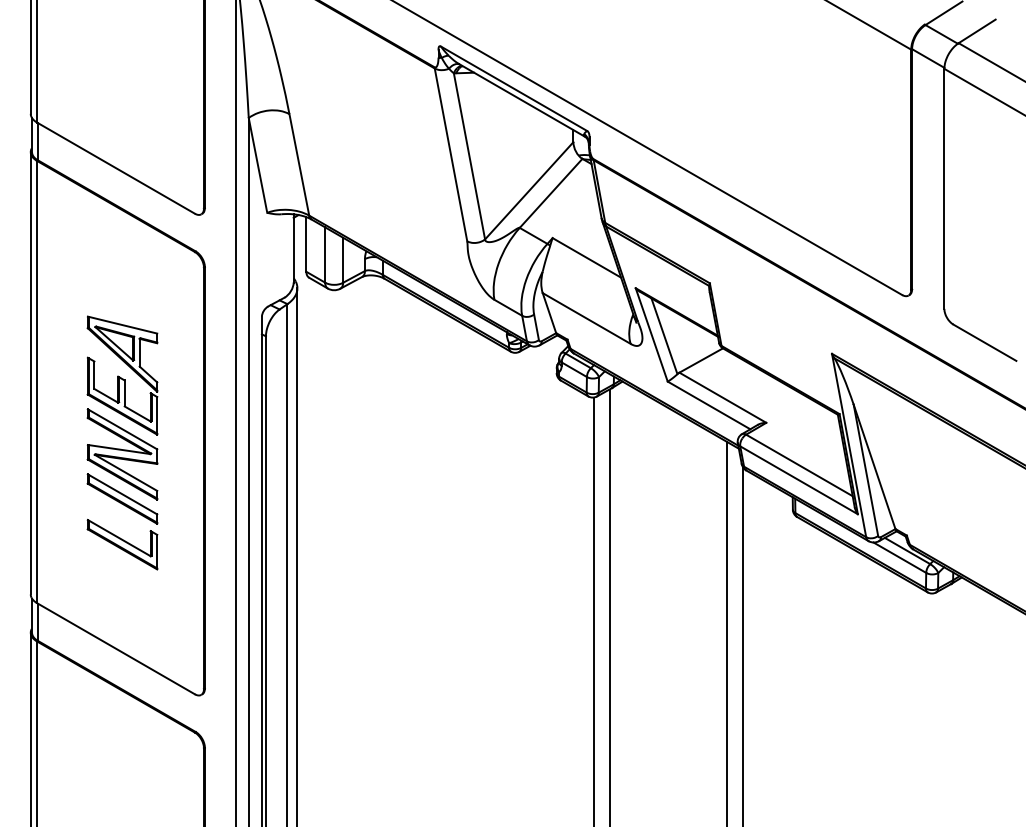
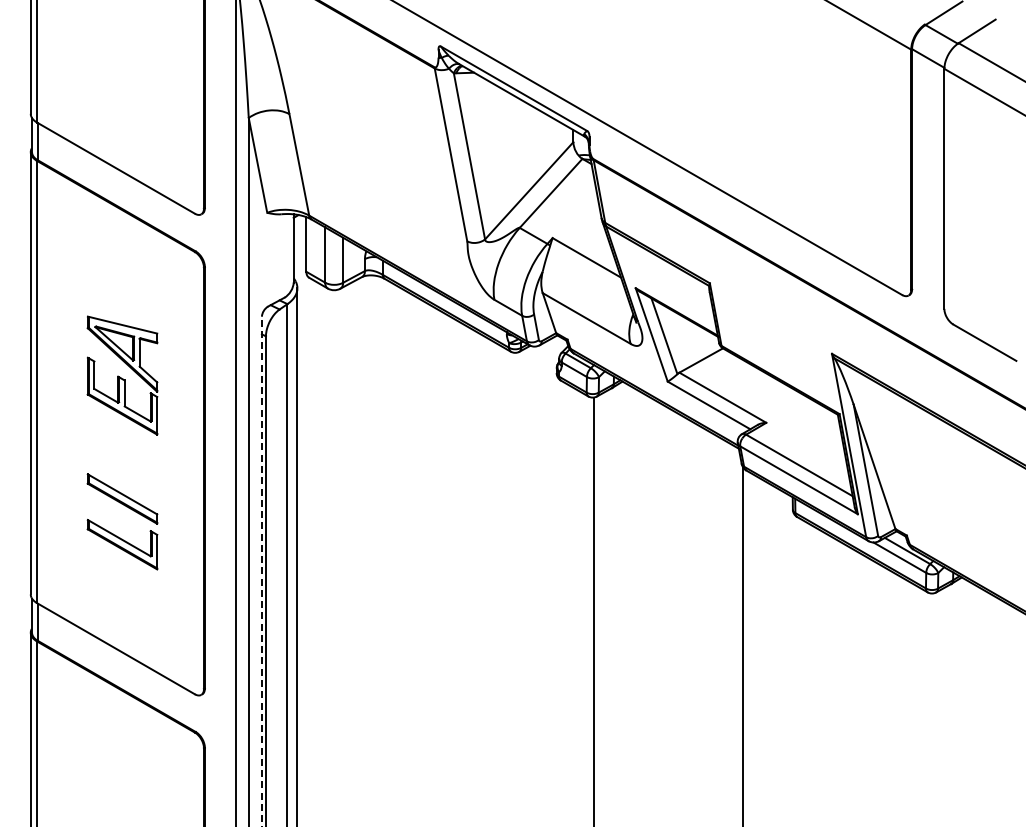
part at (122, 454): present -> none
line at (261, 571): solid -> dashed
line at (609, 606): present -> none
line at (727, 632): present -> none
